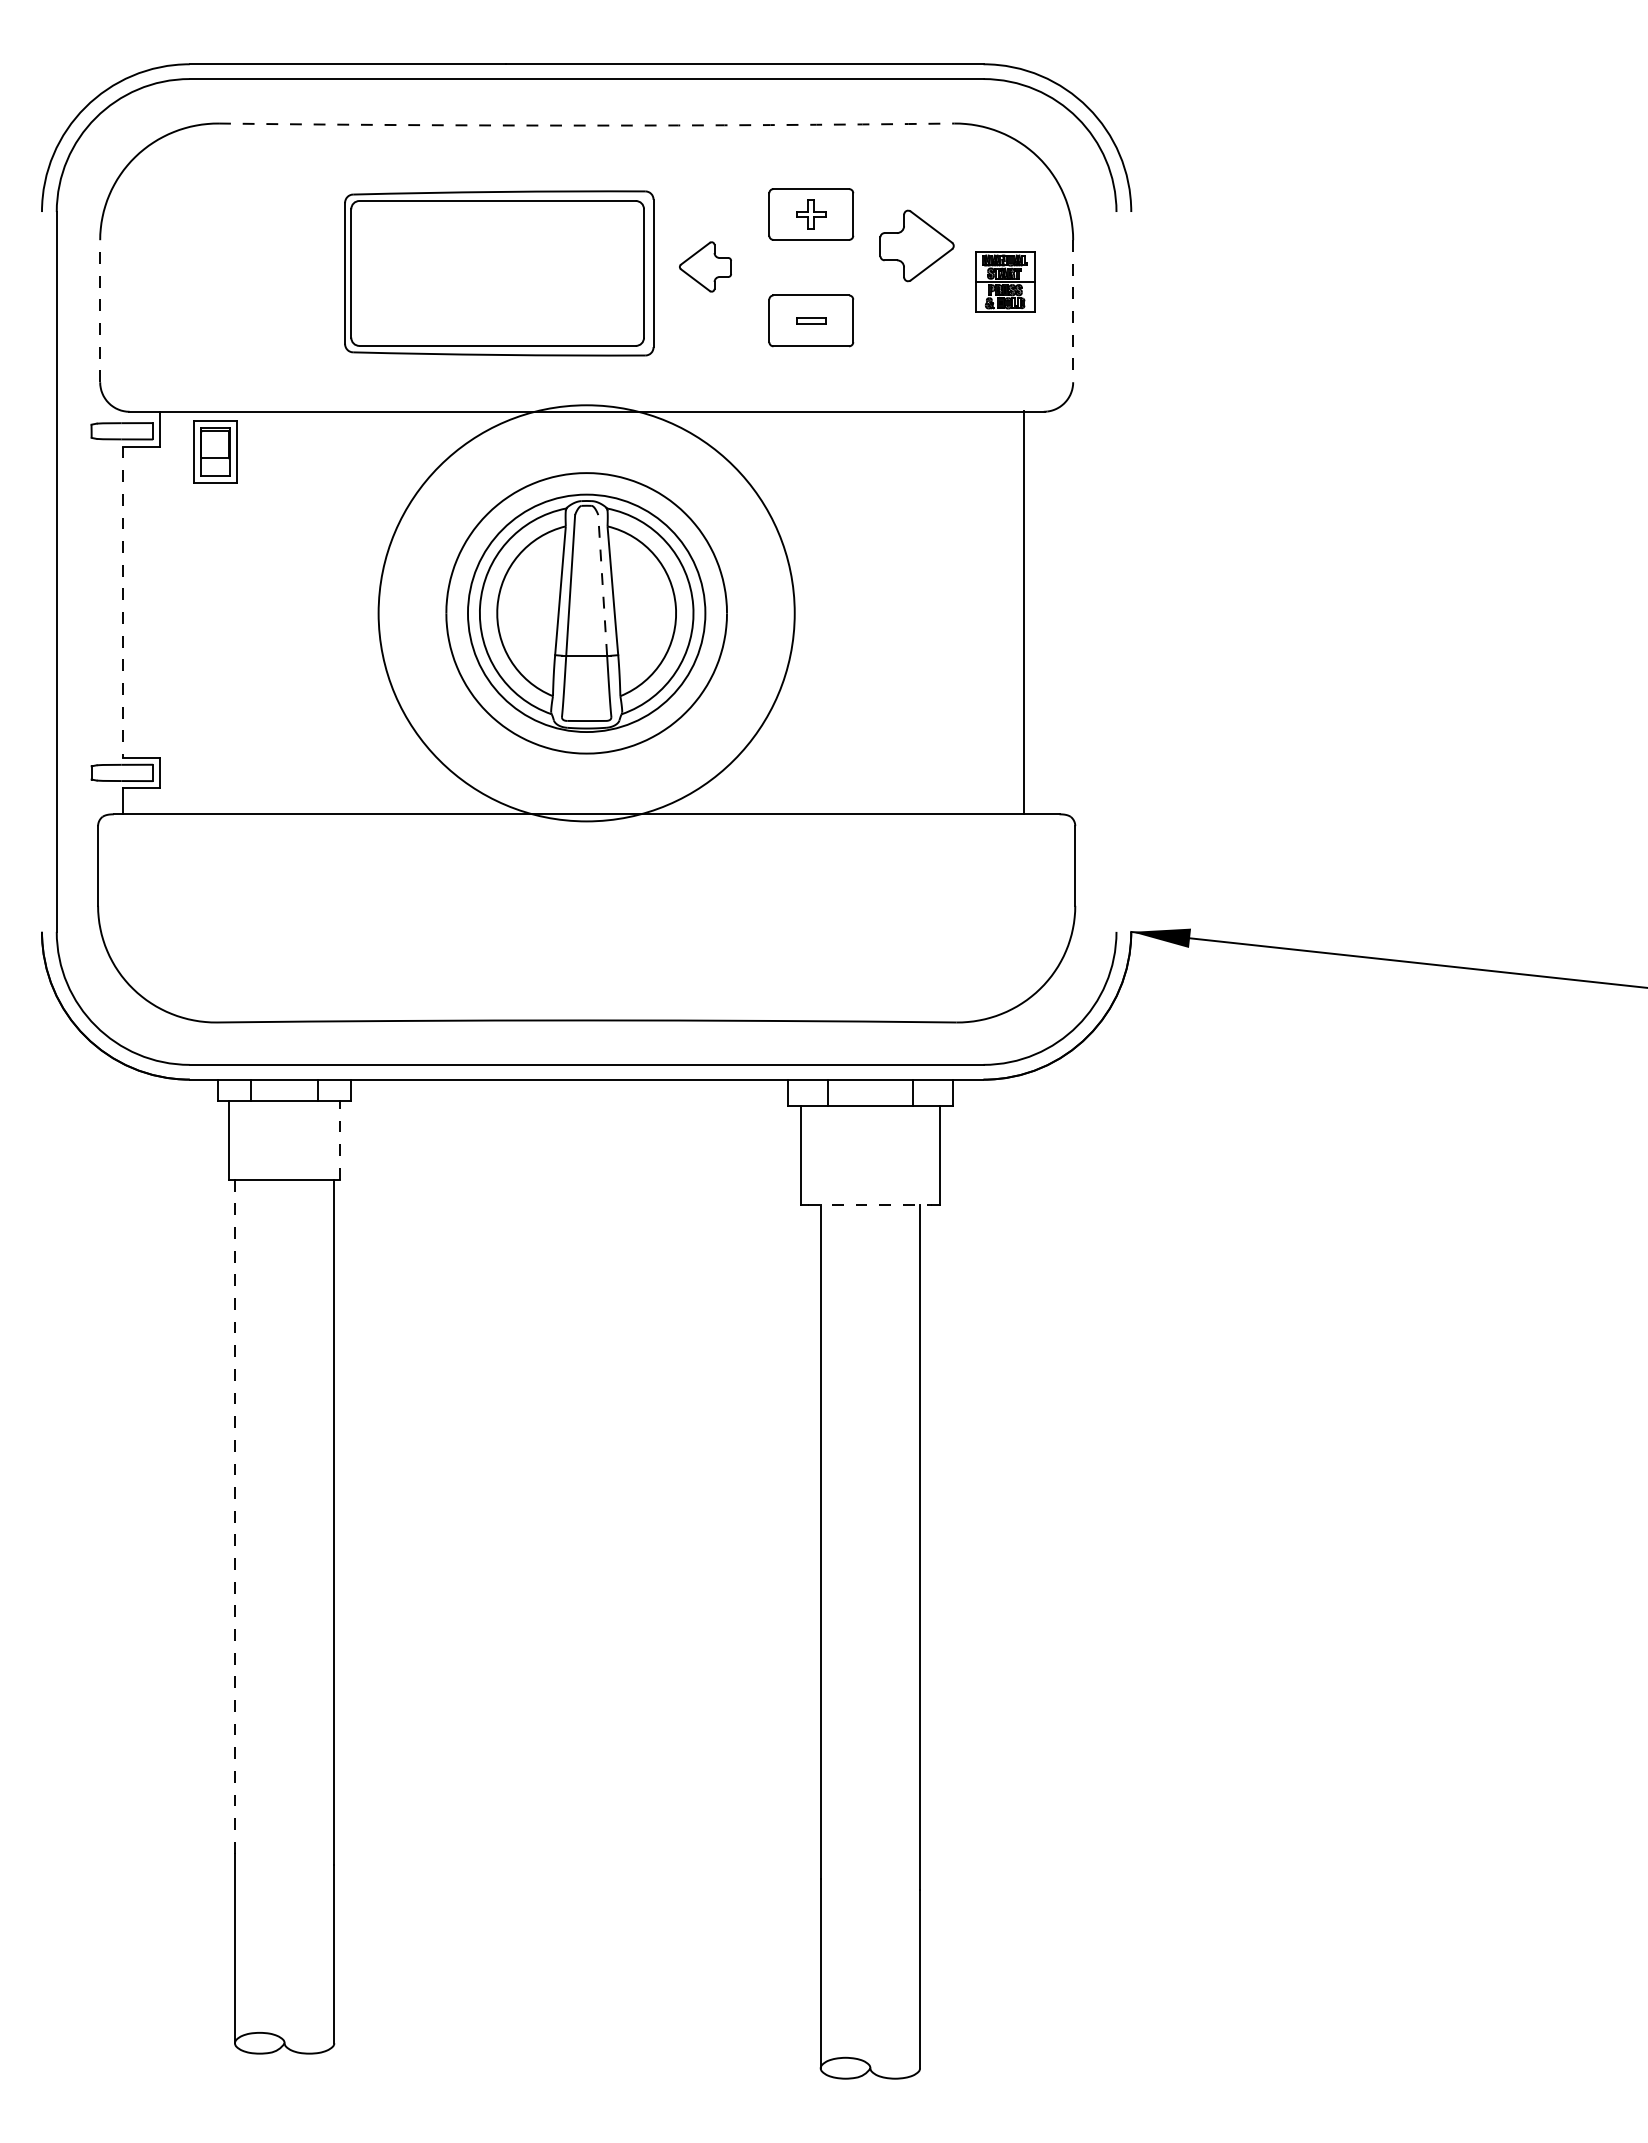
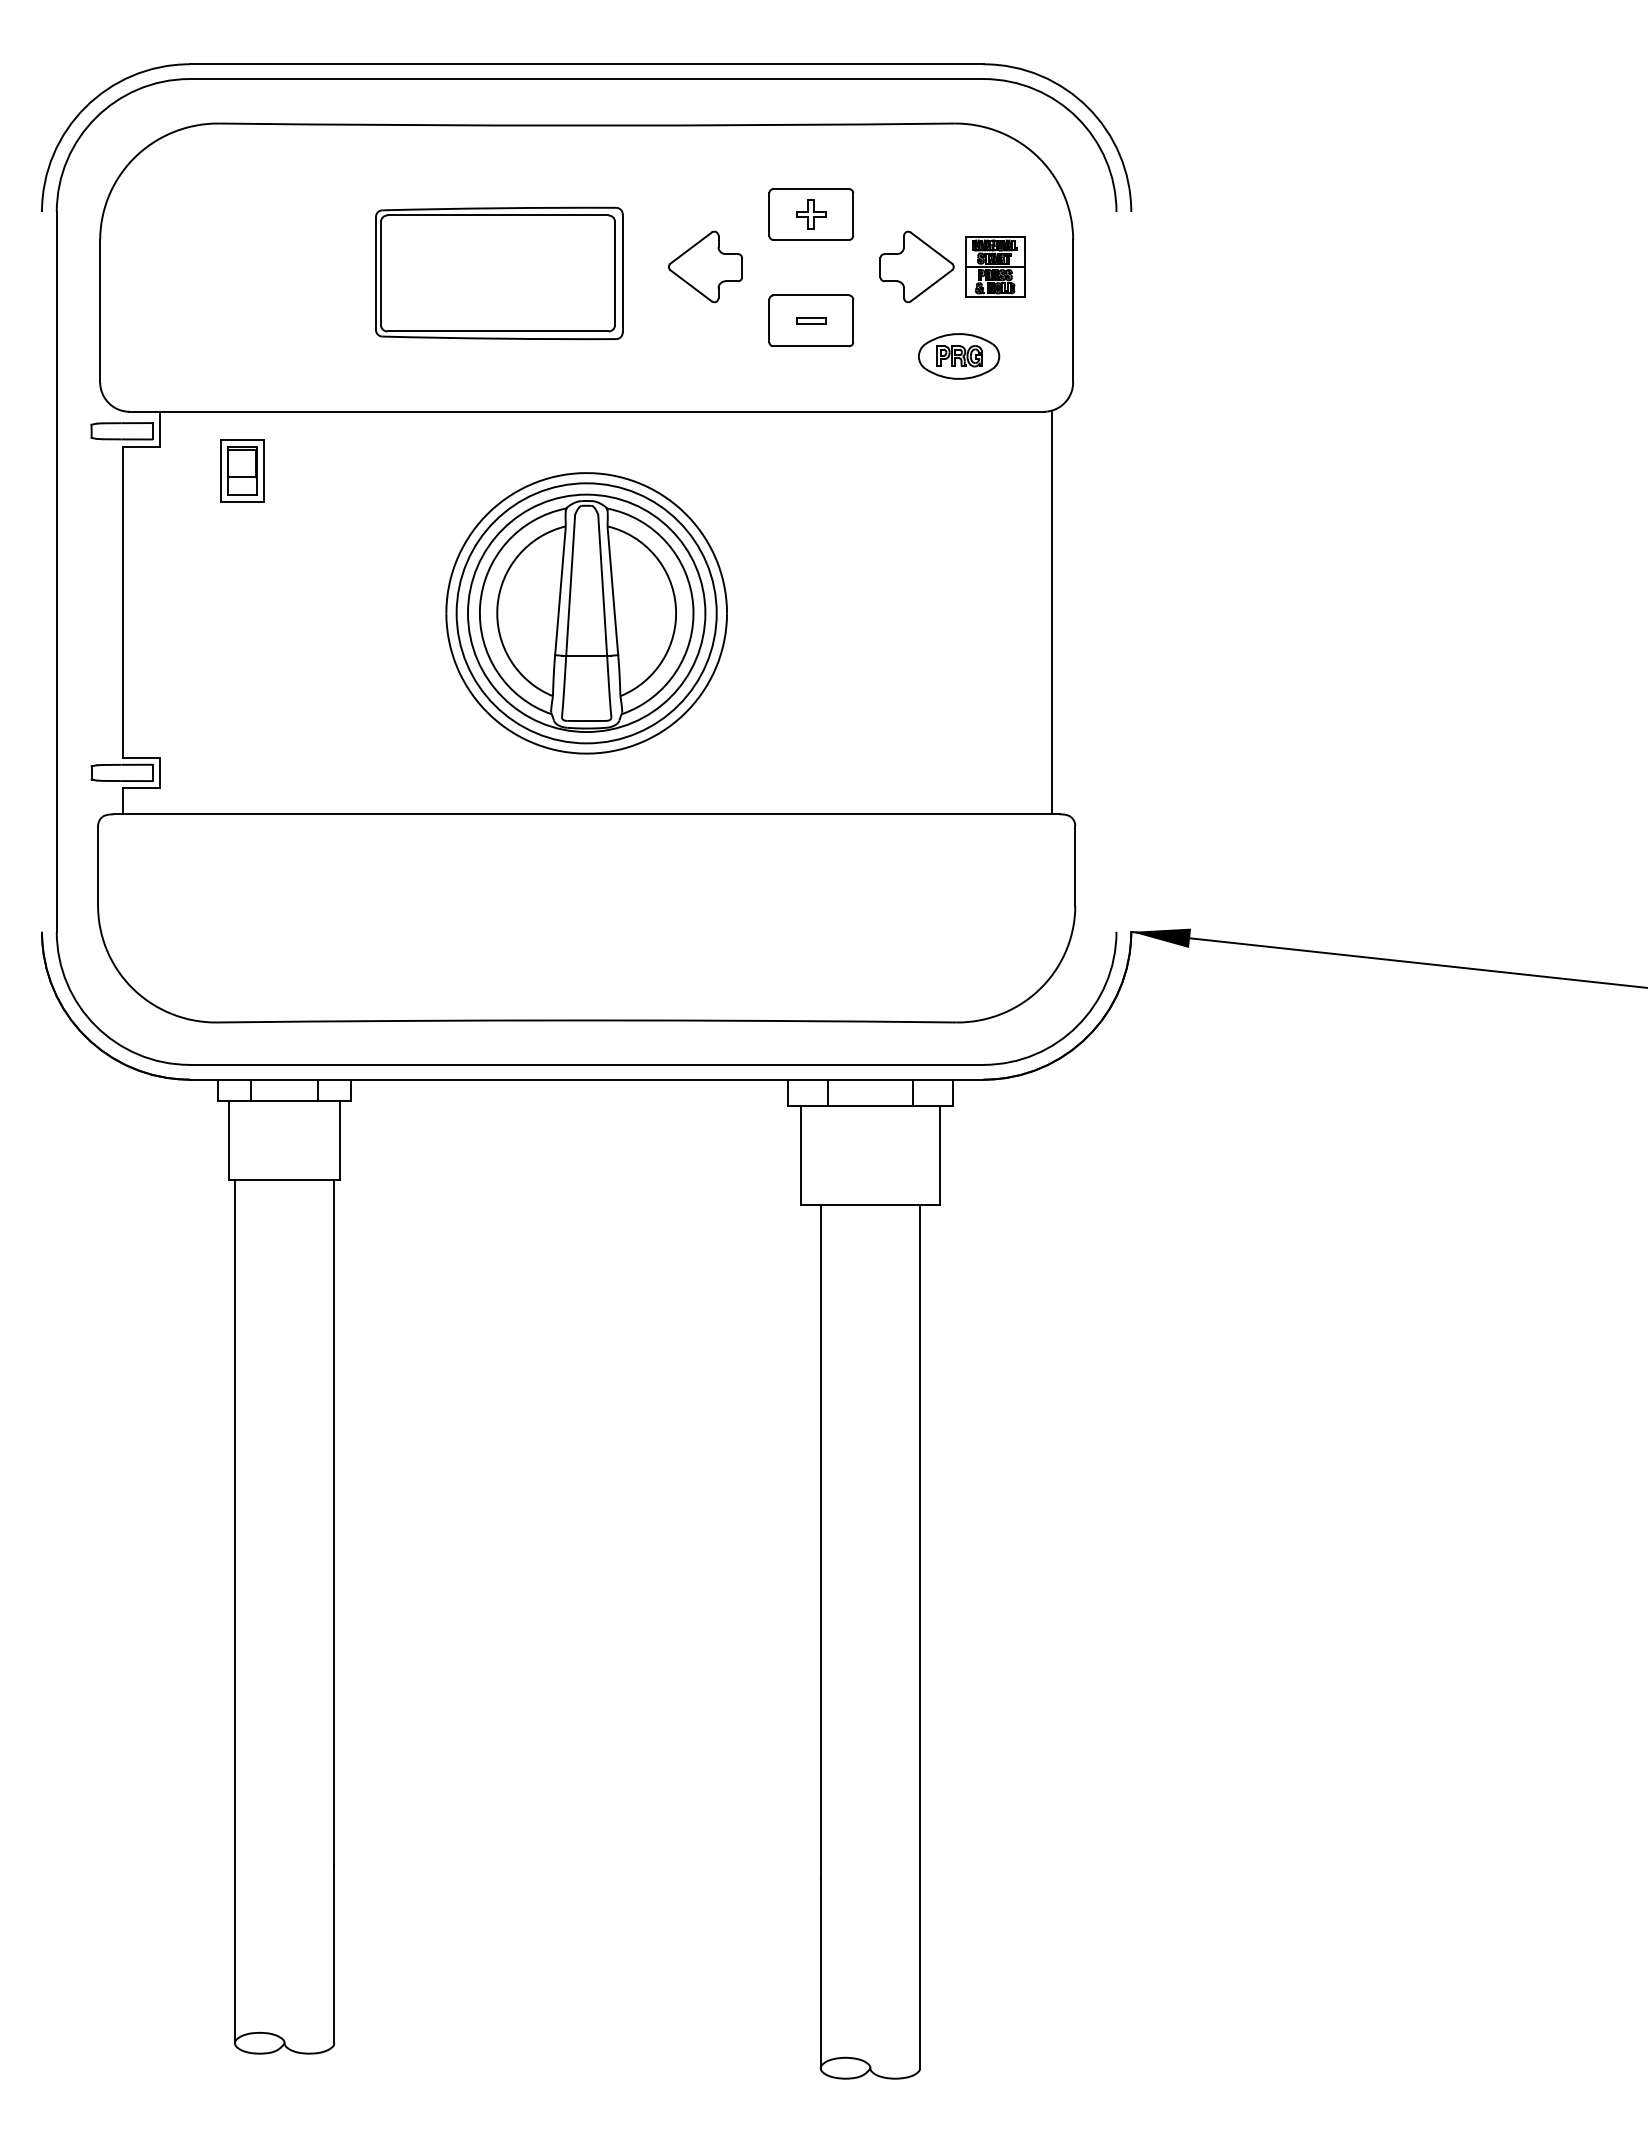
arc at (586, 125): dashed -> solid
part at (916, 245) position: (916, 245) -> (916, 266)
part at (705, 266) size: 53x52 px -> 75x74 px
part at (499, 273) size: 311x167 px -> 249x135 px
part at (1005, 281) position: (1005, 281) -> (995, 266)
line at (100, 310): dashed -> solid
line at (1073, 311): dashed -> solid
part at (959, 356): none -> present
part at (215, 451) position: (215, 451) -> (242, 470)
line at (602, 584): dashed -> solid
line at (122, 602): dashed -> solid
line at (1023, 612) position: (1023, 612) -> (1051, 612)
circle at (586, 613) diameter: 416 px -> 260 px
line at (339, 1140): dashed -> solid
line at (870, 1204): dashed -> solid
line at (234, 1516): dashed -> solid
